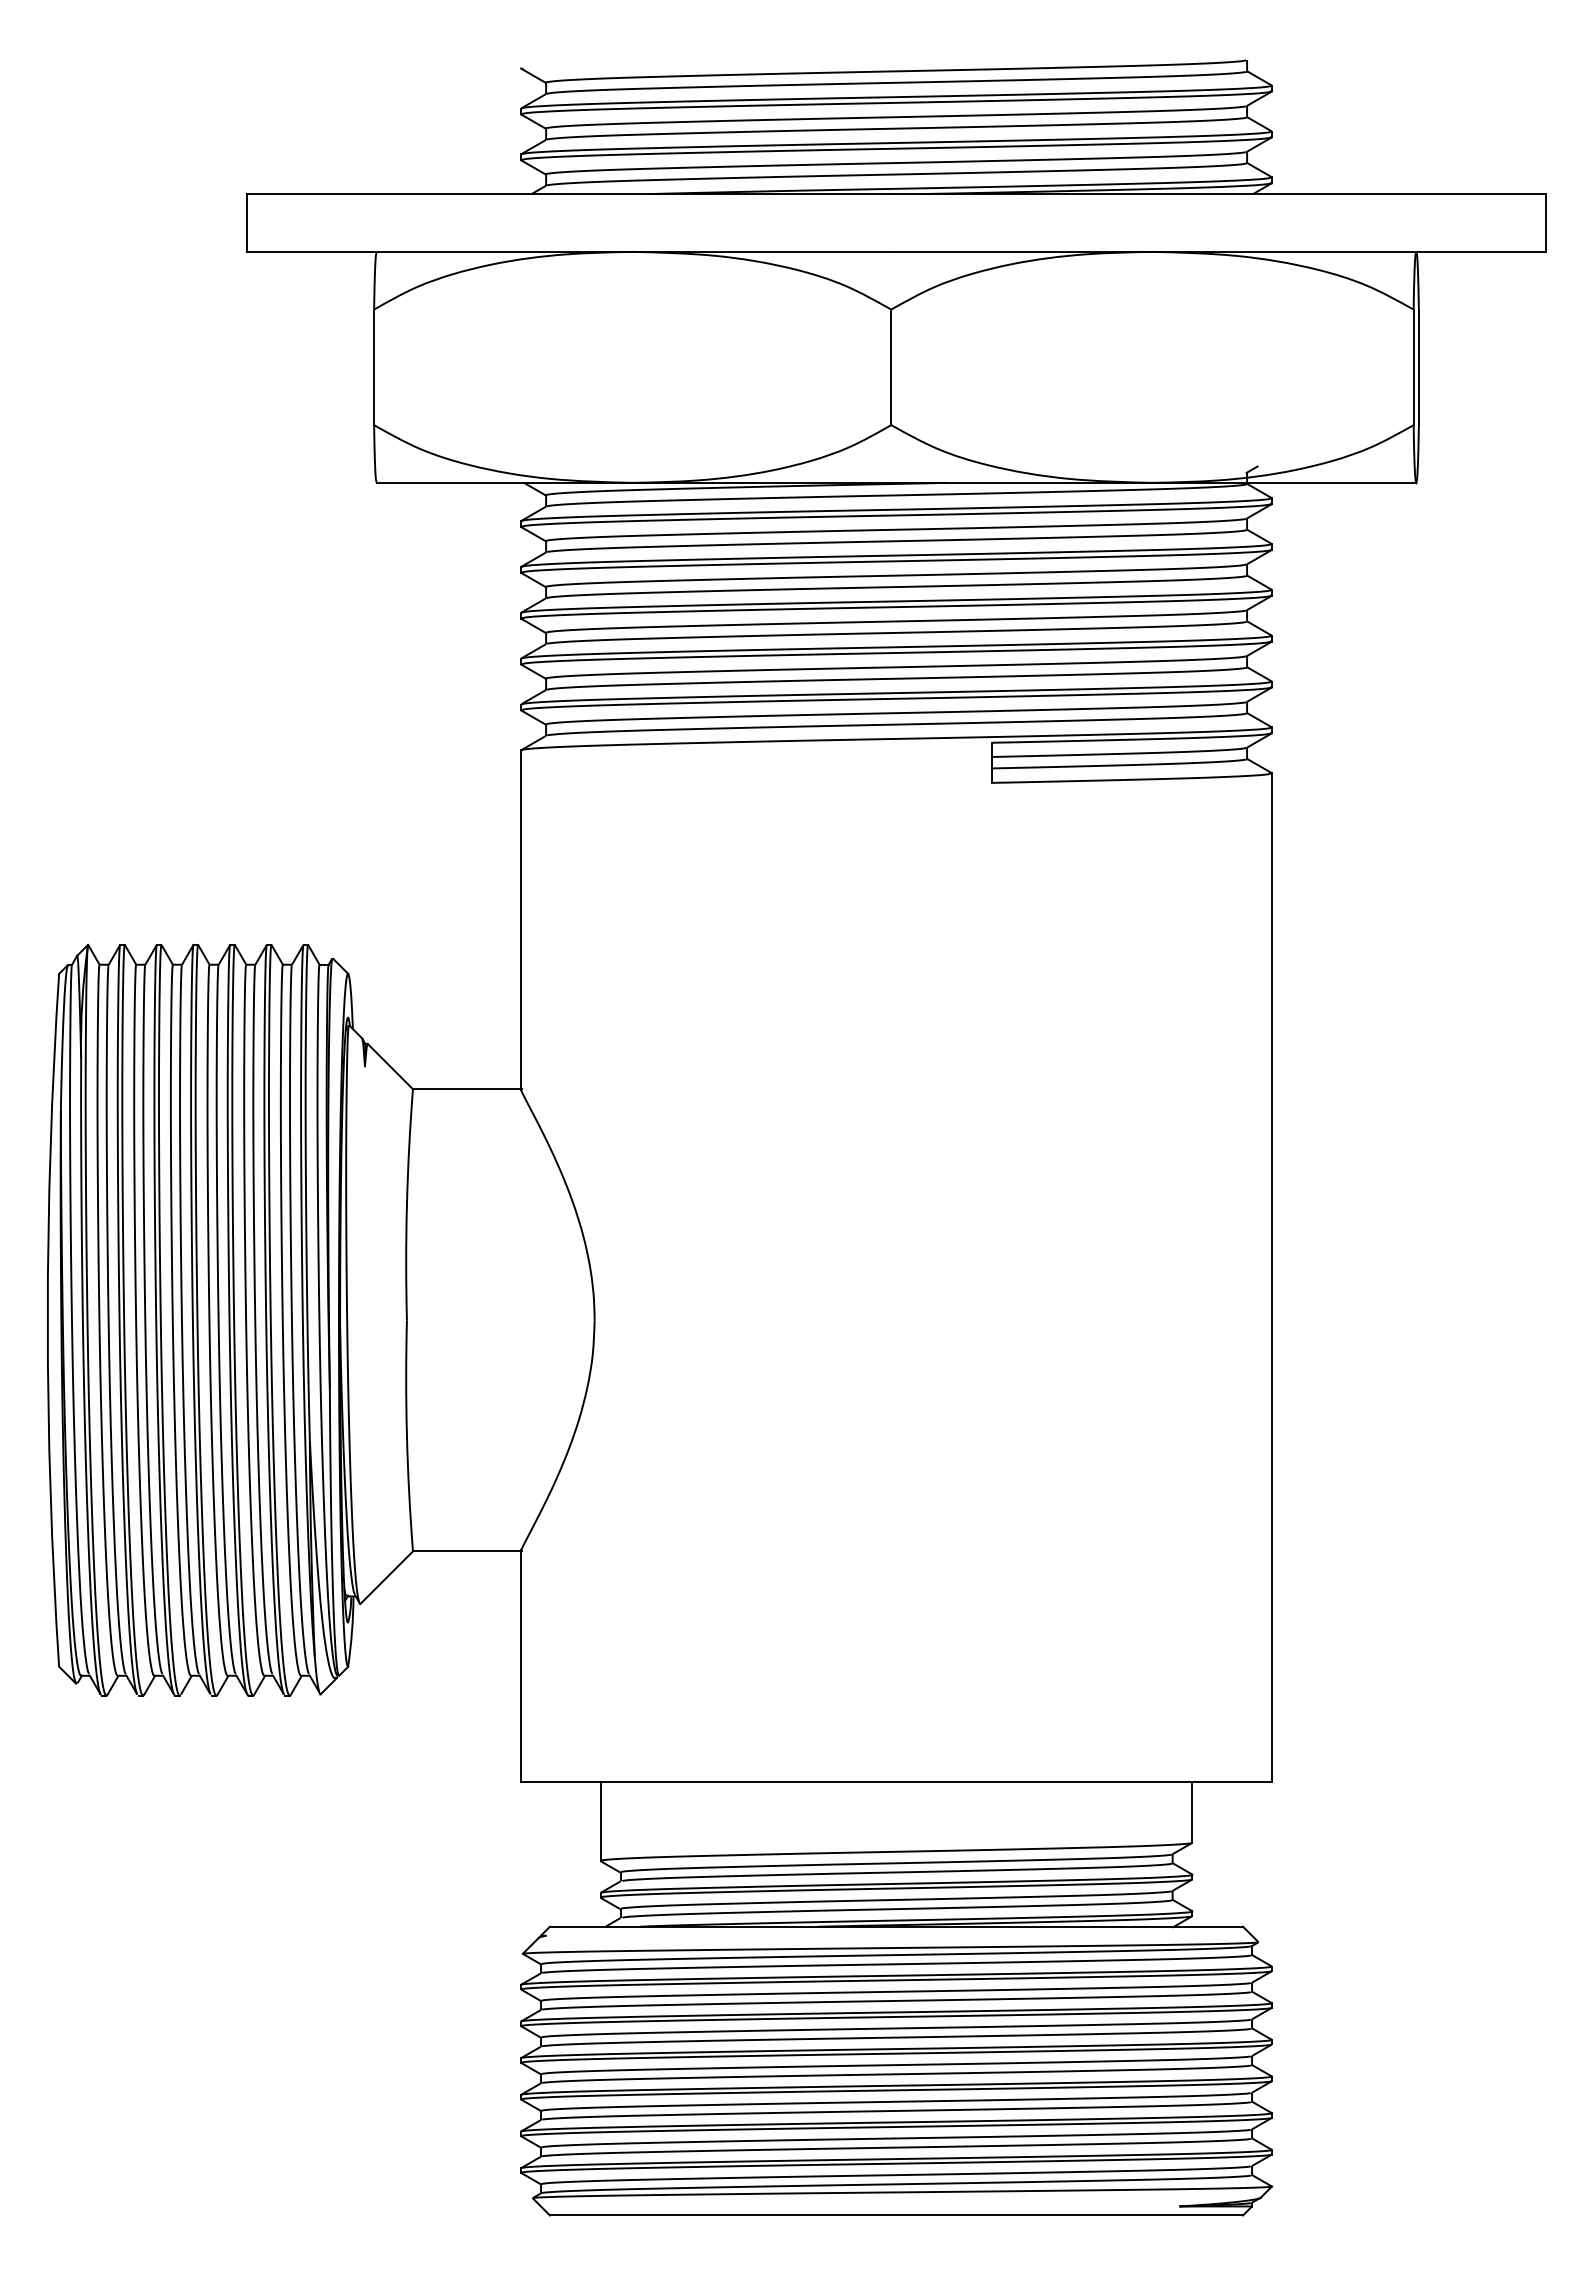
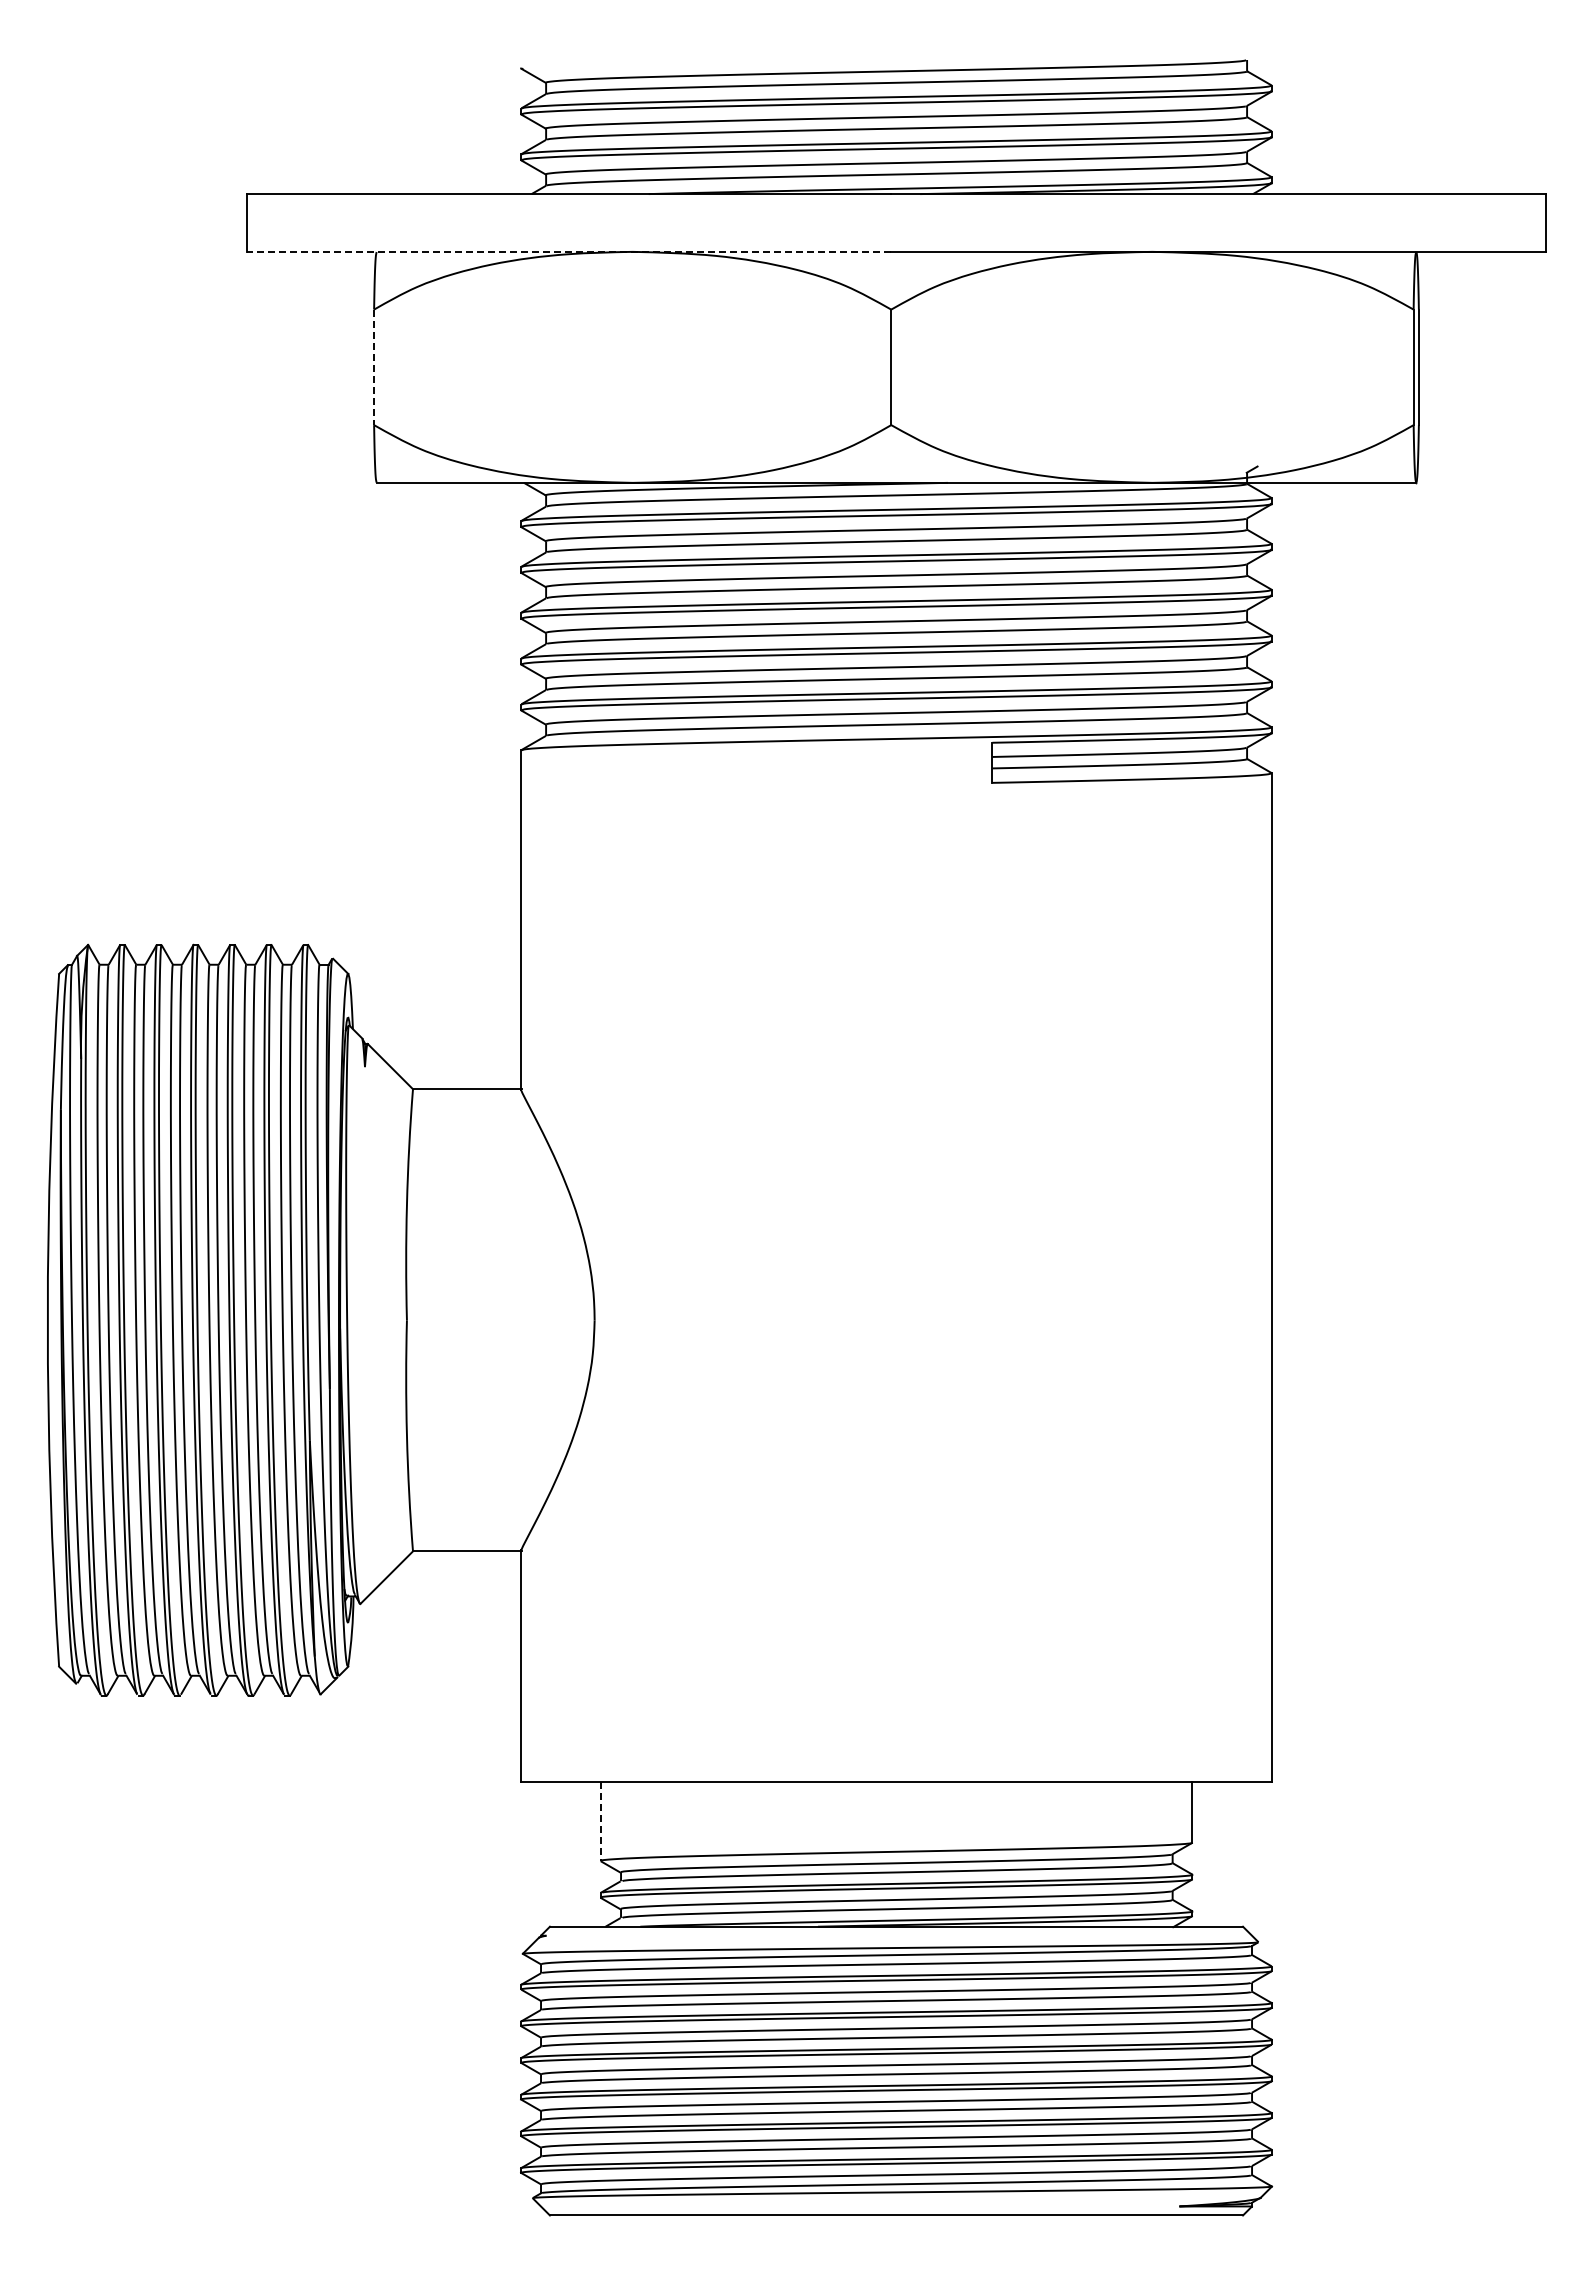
line at (568, 251): solid -> dashed
line at (374, 367): solid -> dashed
line at (600, 1822): solid -> dashed
